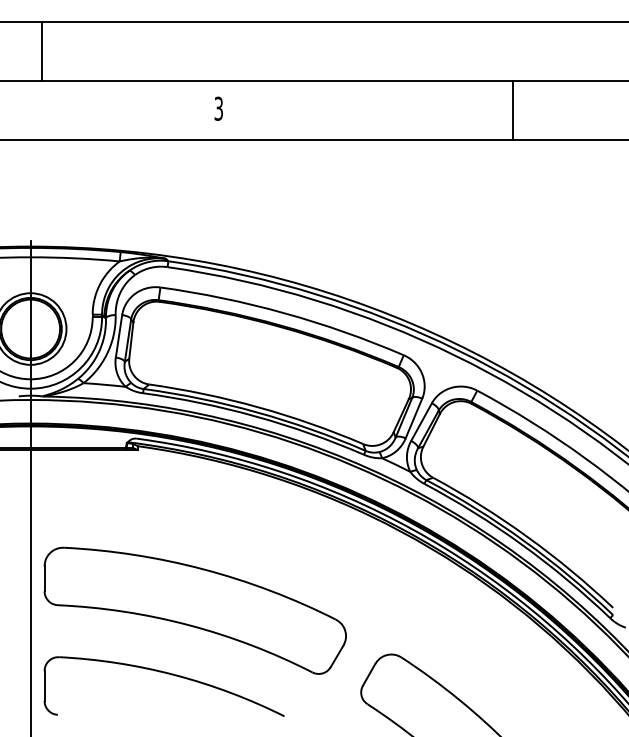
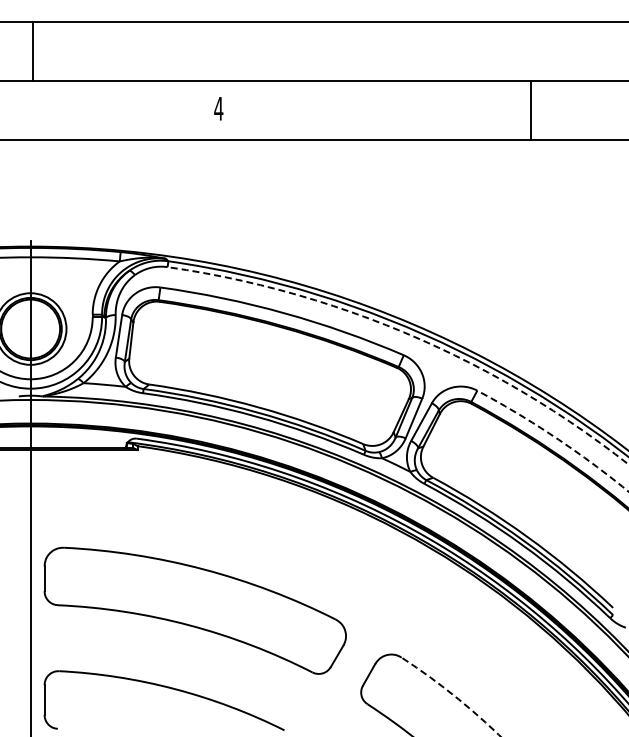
line at (42, 51) position: (42, 51) -> (33, 51)
text at (218, 108): 3 -> 4
line at (513, 109) position: (513, 109) -> (531, 109)
arc at (411, 335): solid -> dashed
arc at (555, 437): solid -> dashed
part at (167, 674) position: (167, 674) -> (167, 688)
arc at (453, 695): solid -> dashed
